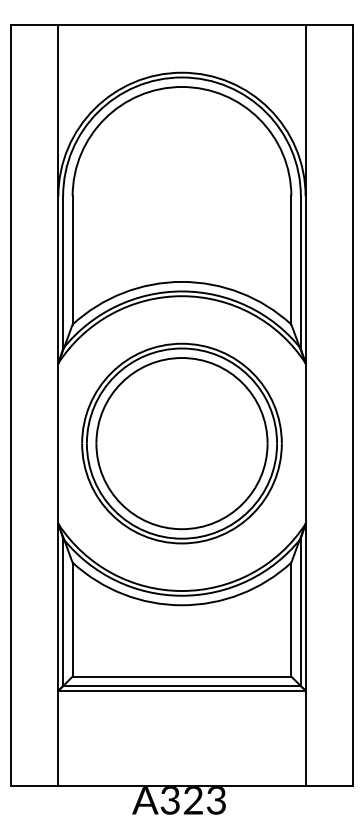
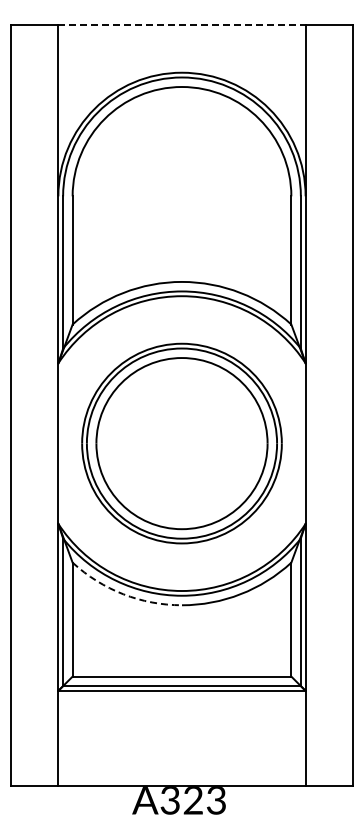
line at (182, 25): solid -> dashed
arc at (123, 594): solid -> dashed
